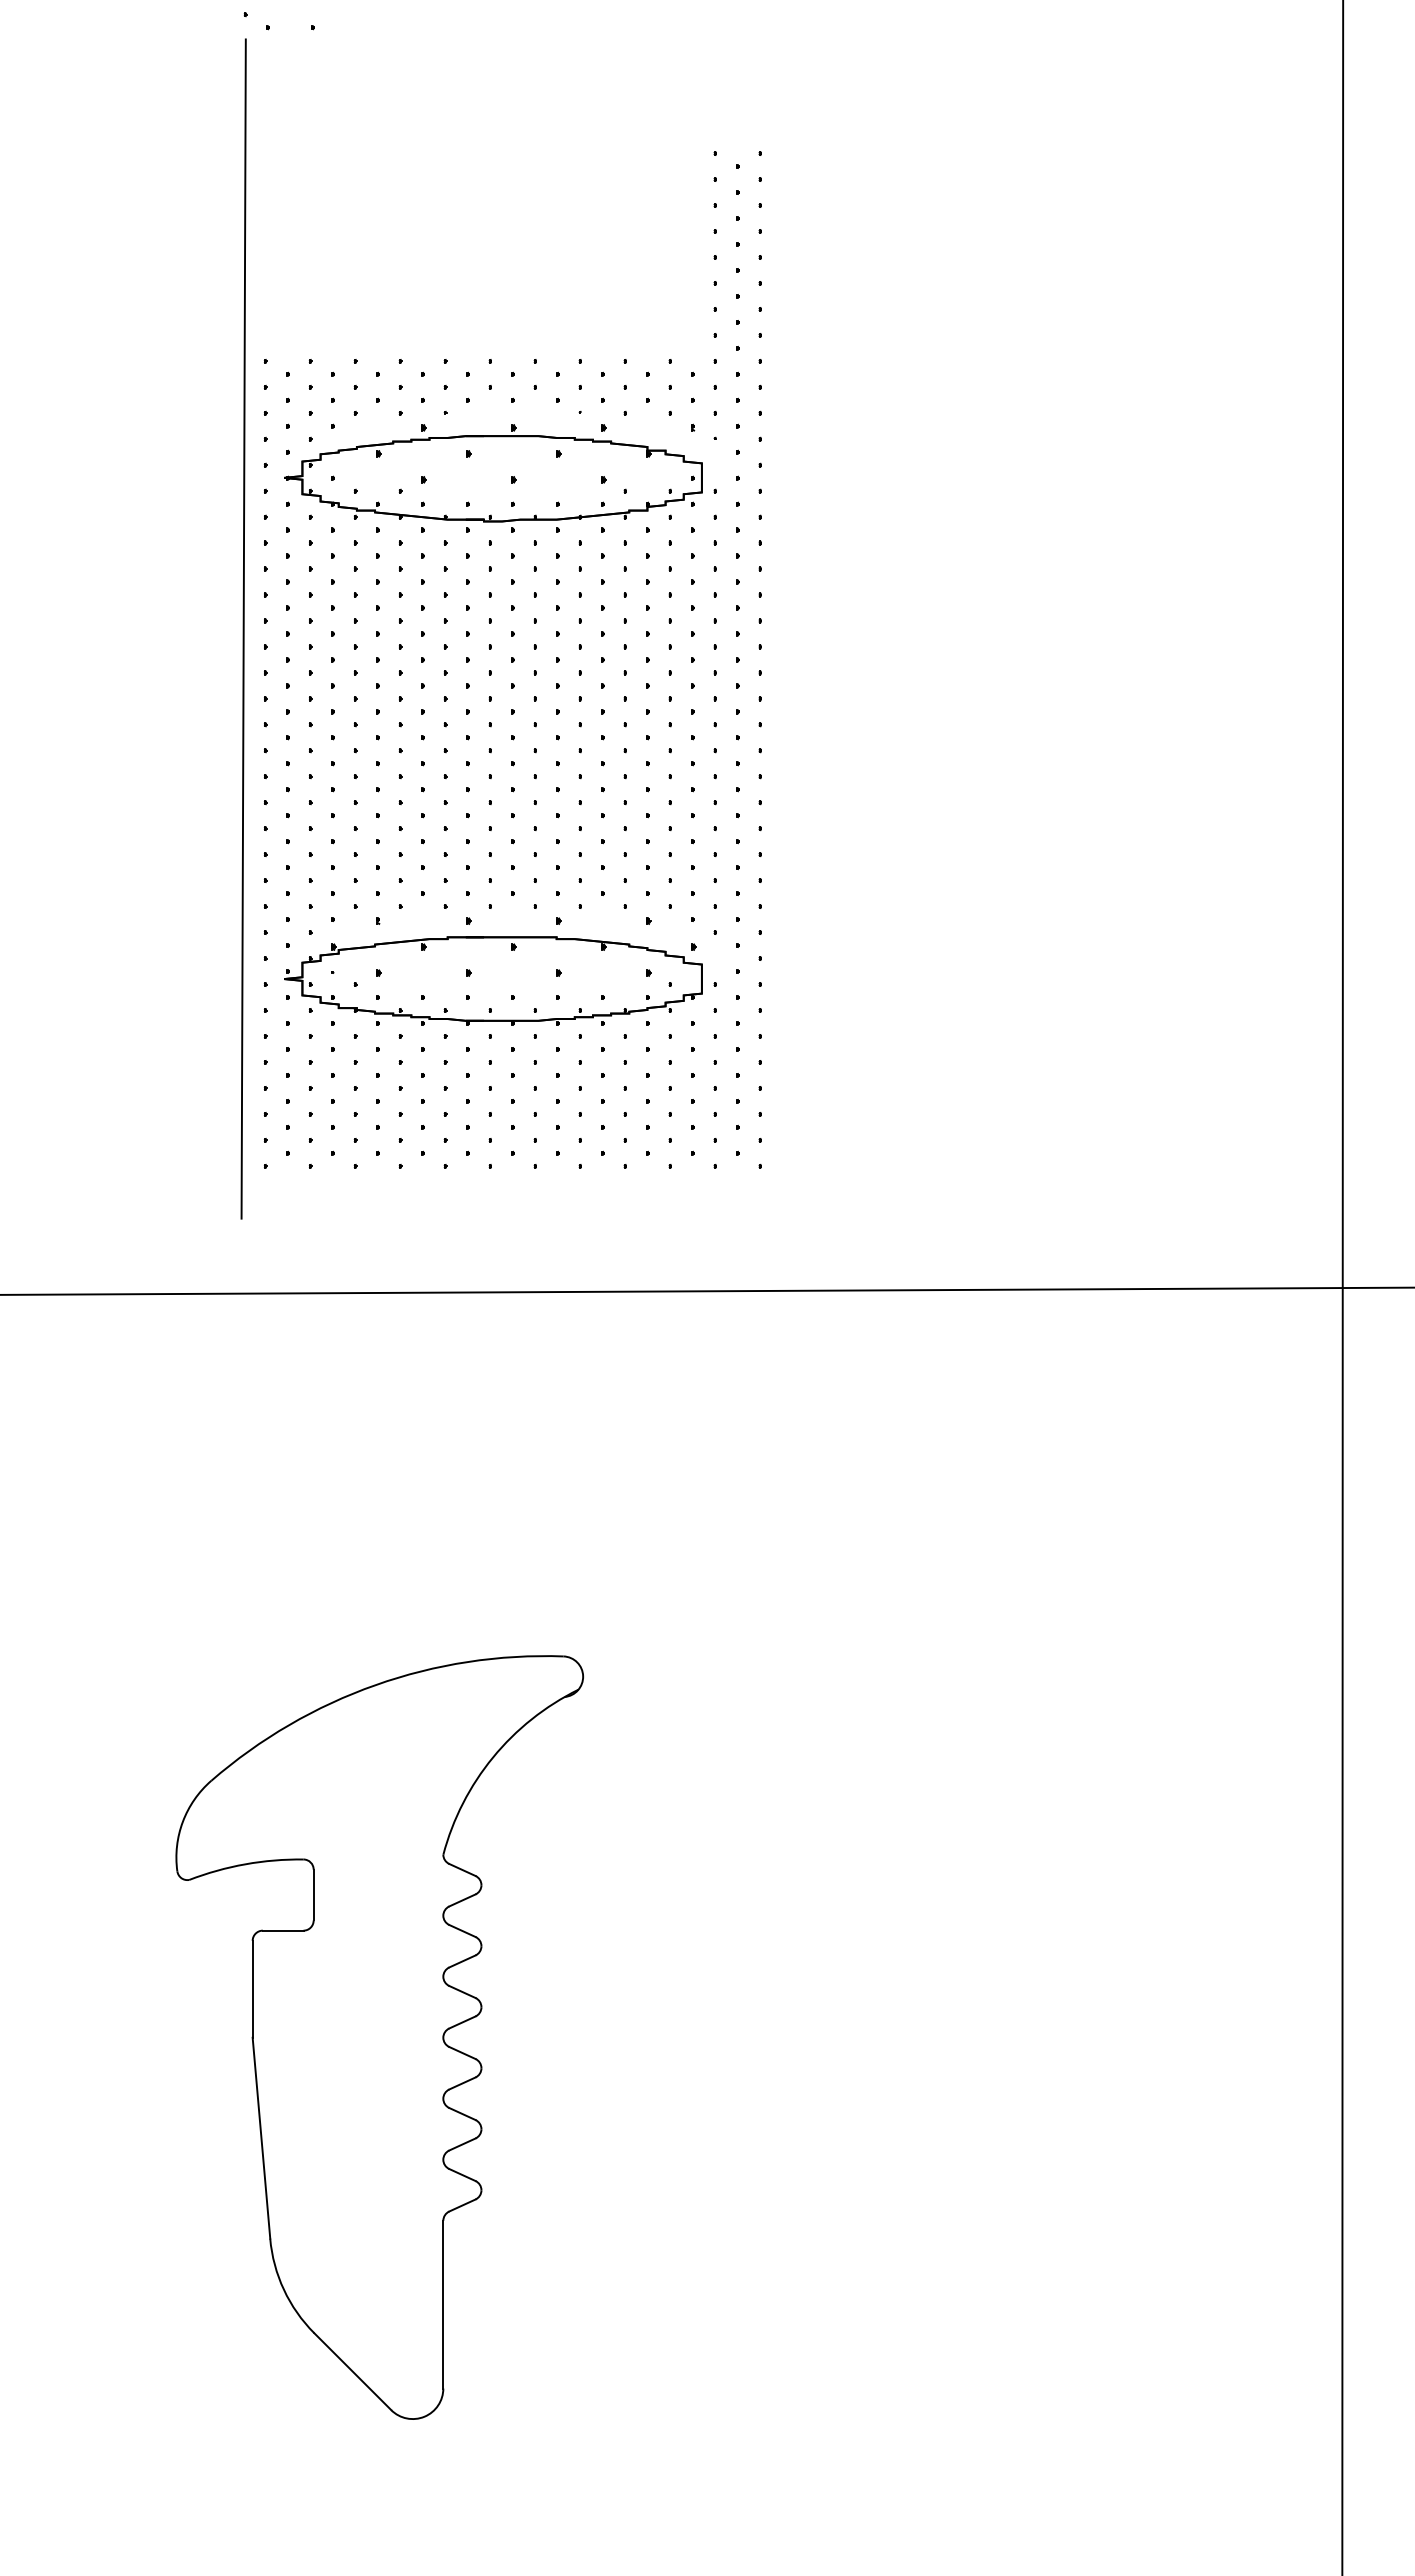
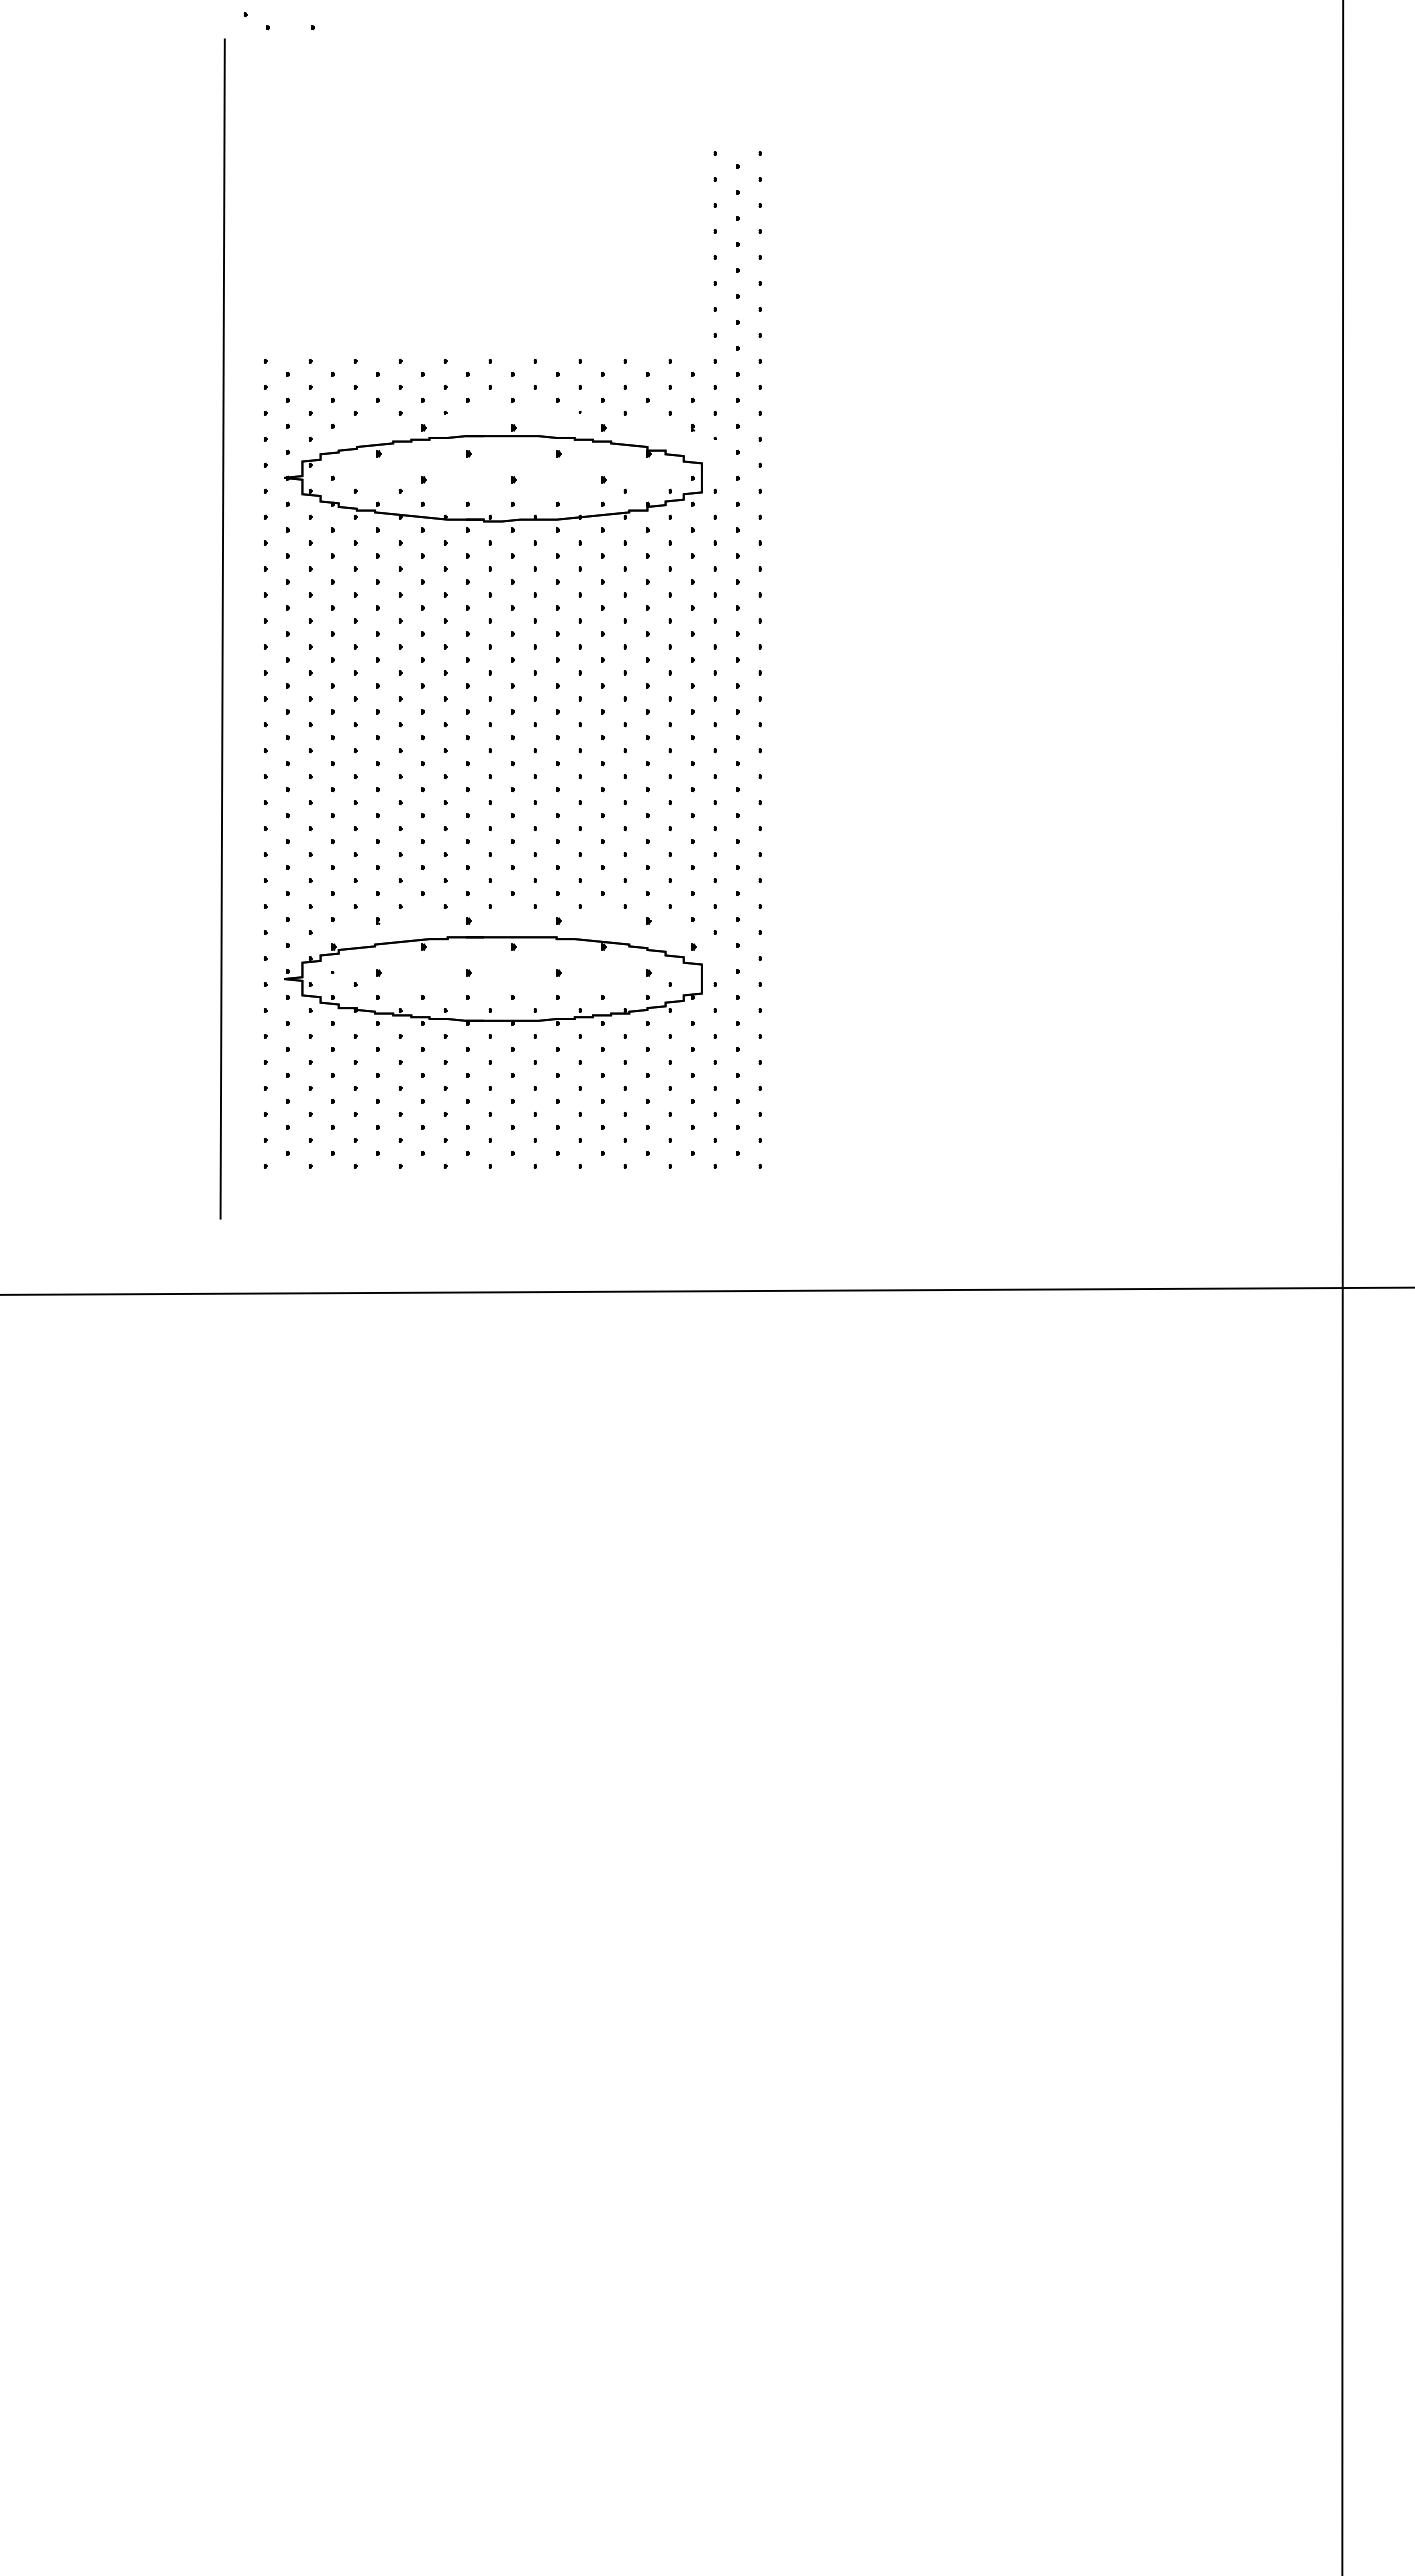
line at (243, 628) position: (243, 628) -> (222, 628)
part at (379, 2037): present -> none
